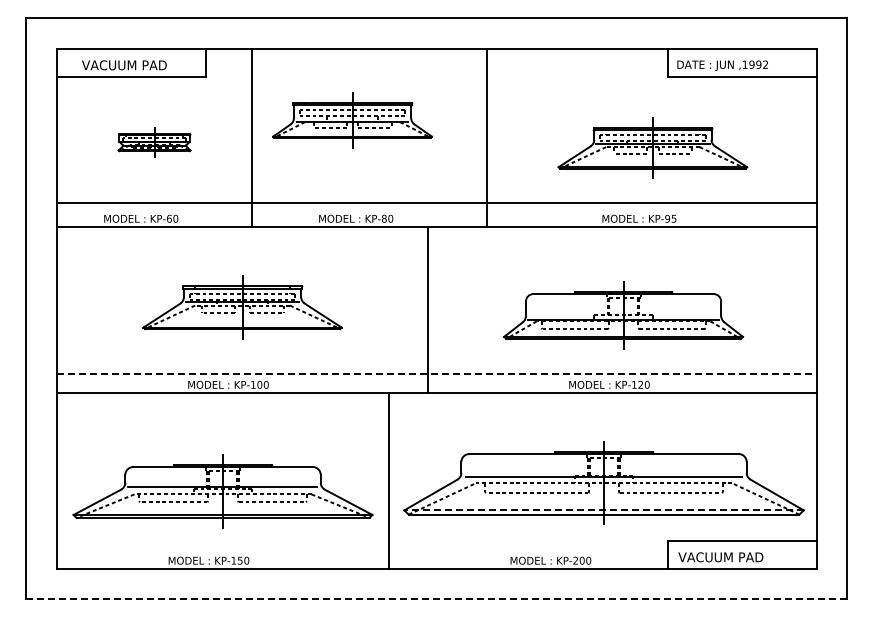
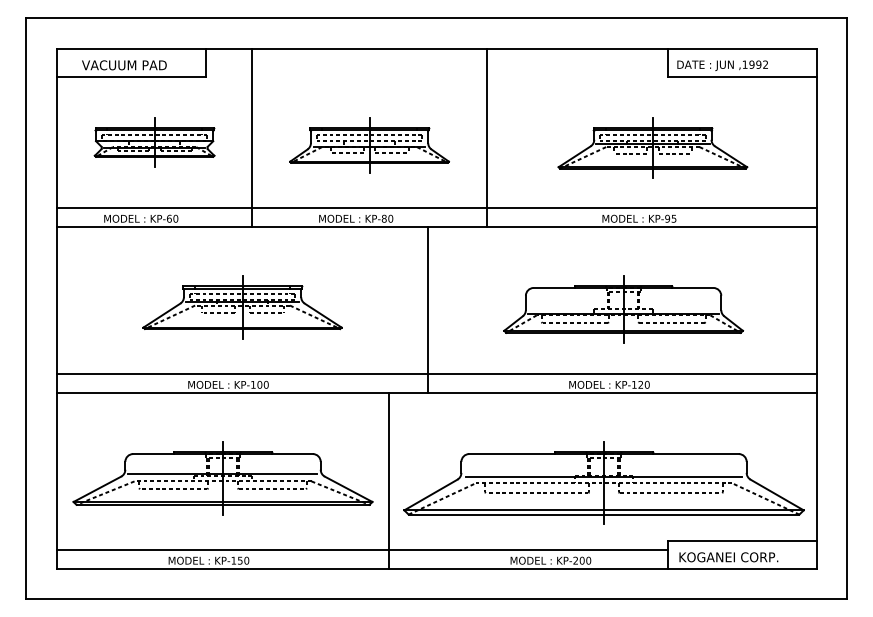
part at (352, 120) position: (352, 120) -> (369, 145)
part at (154, 142) size: 75x31 px -> 123x51 px
line at (436, 202) position: (436, 202) -> (436, 207)
part at (623, 315) position: (623, 315) -> (623, 309)
line at (437, 373): dashed -> solid
part at (222, 491) position: (222, 491) -> (222, 478)
line at (604, 510): dashed -> solid
line at (362, 549): none -> present
text at (728, 557): VACUUM PAD -> KOGANEI CORP.
line at (436, 598): dashed -> solid
